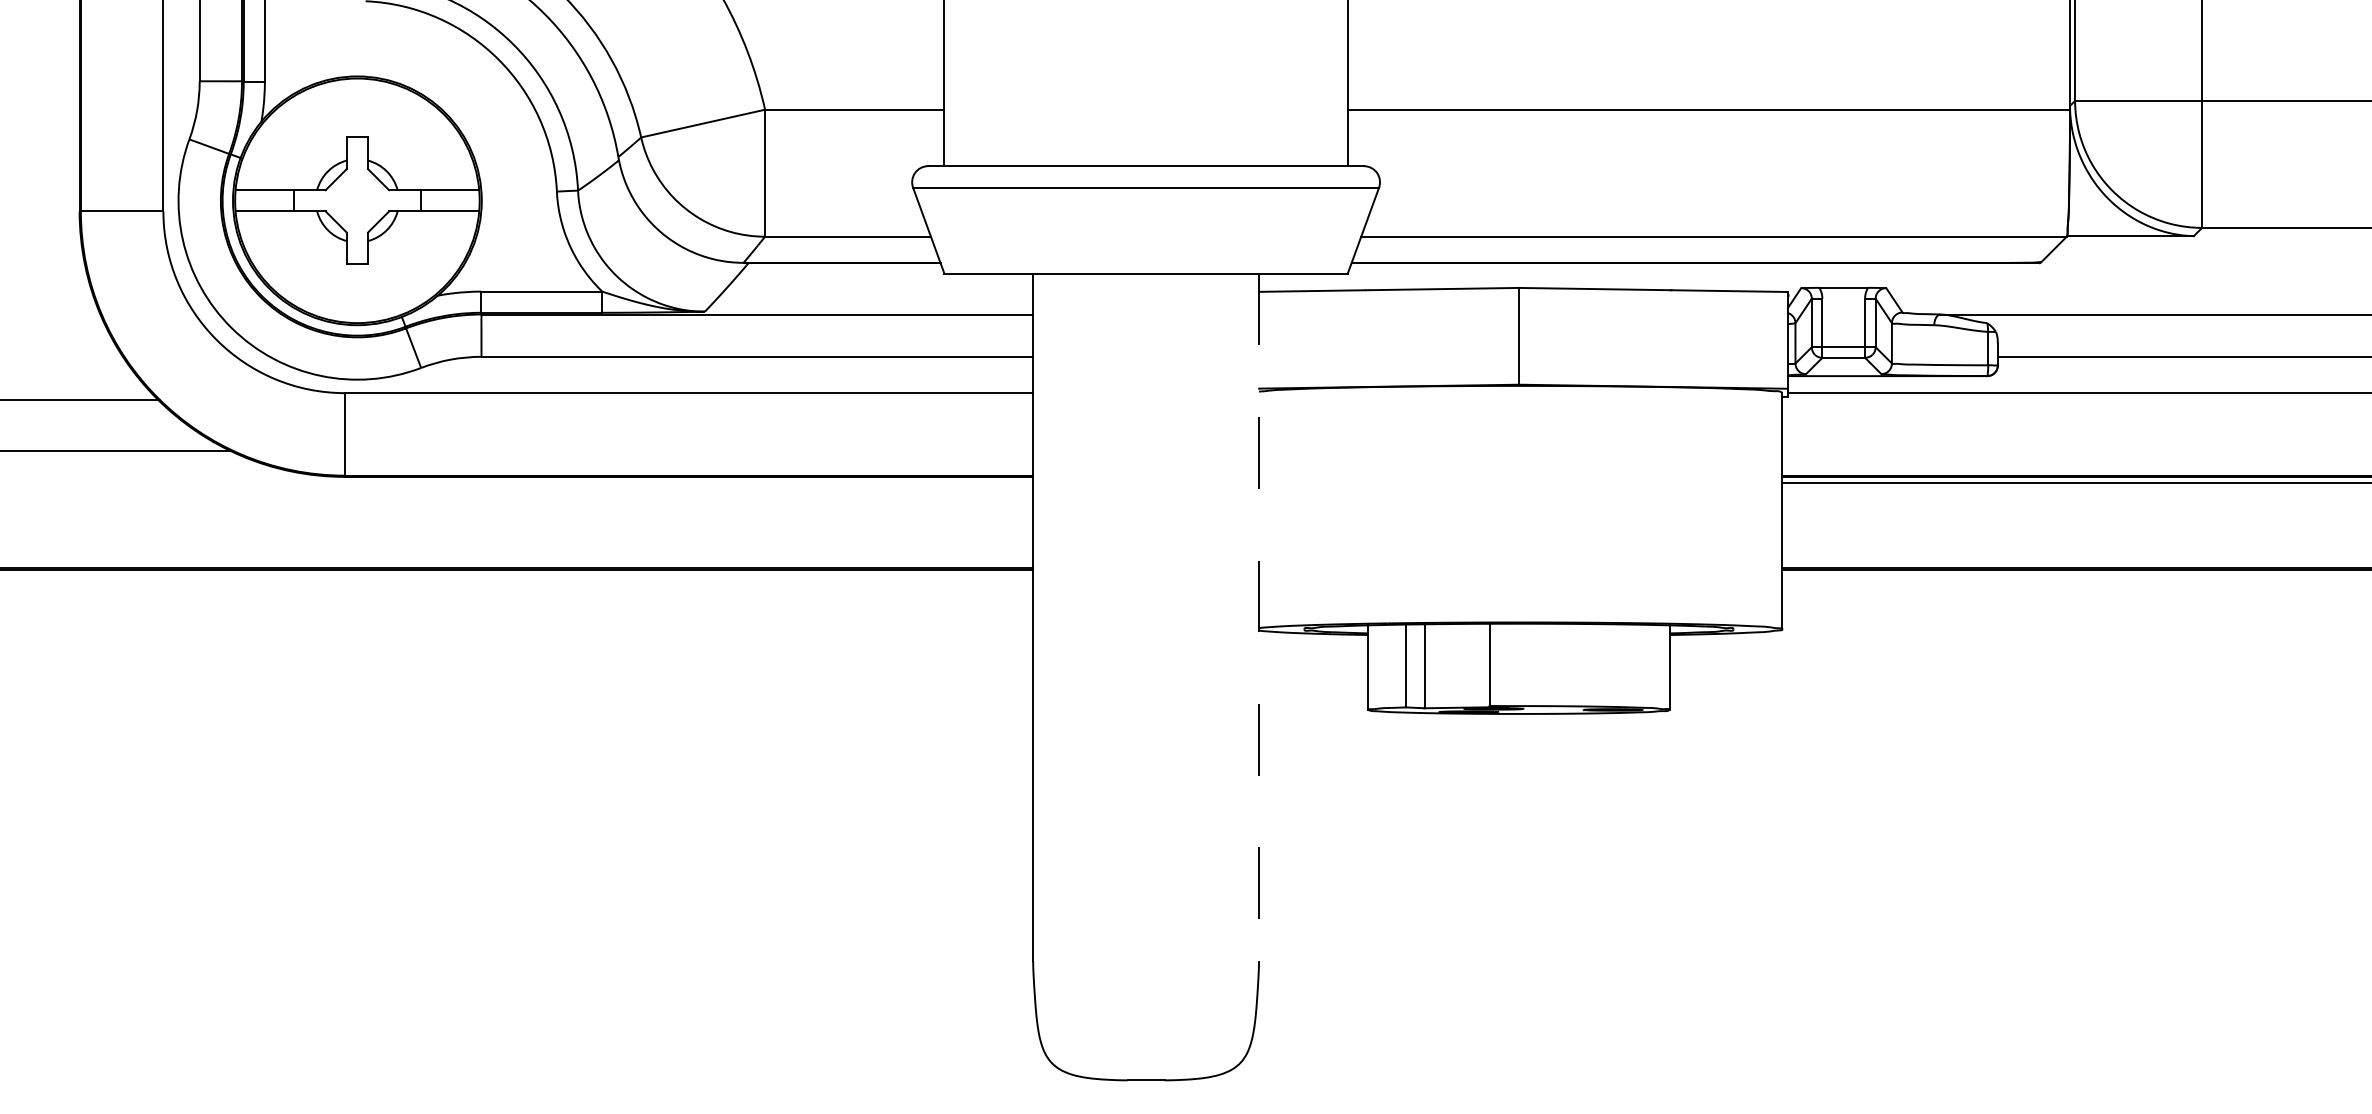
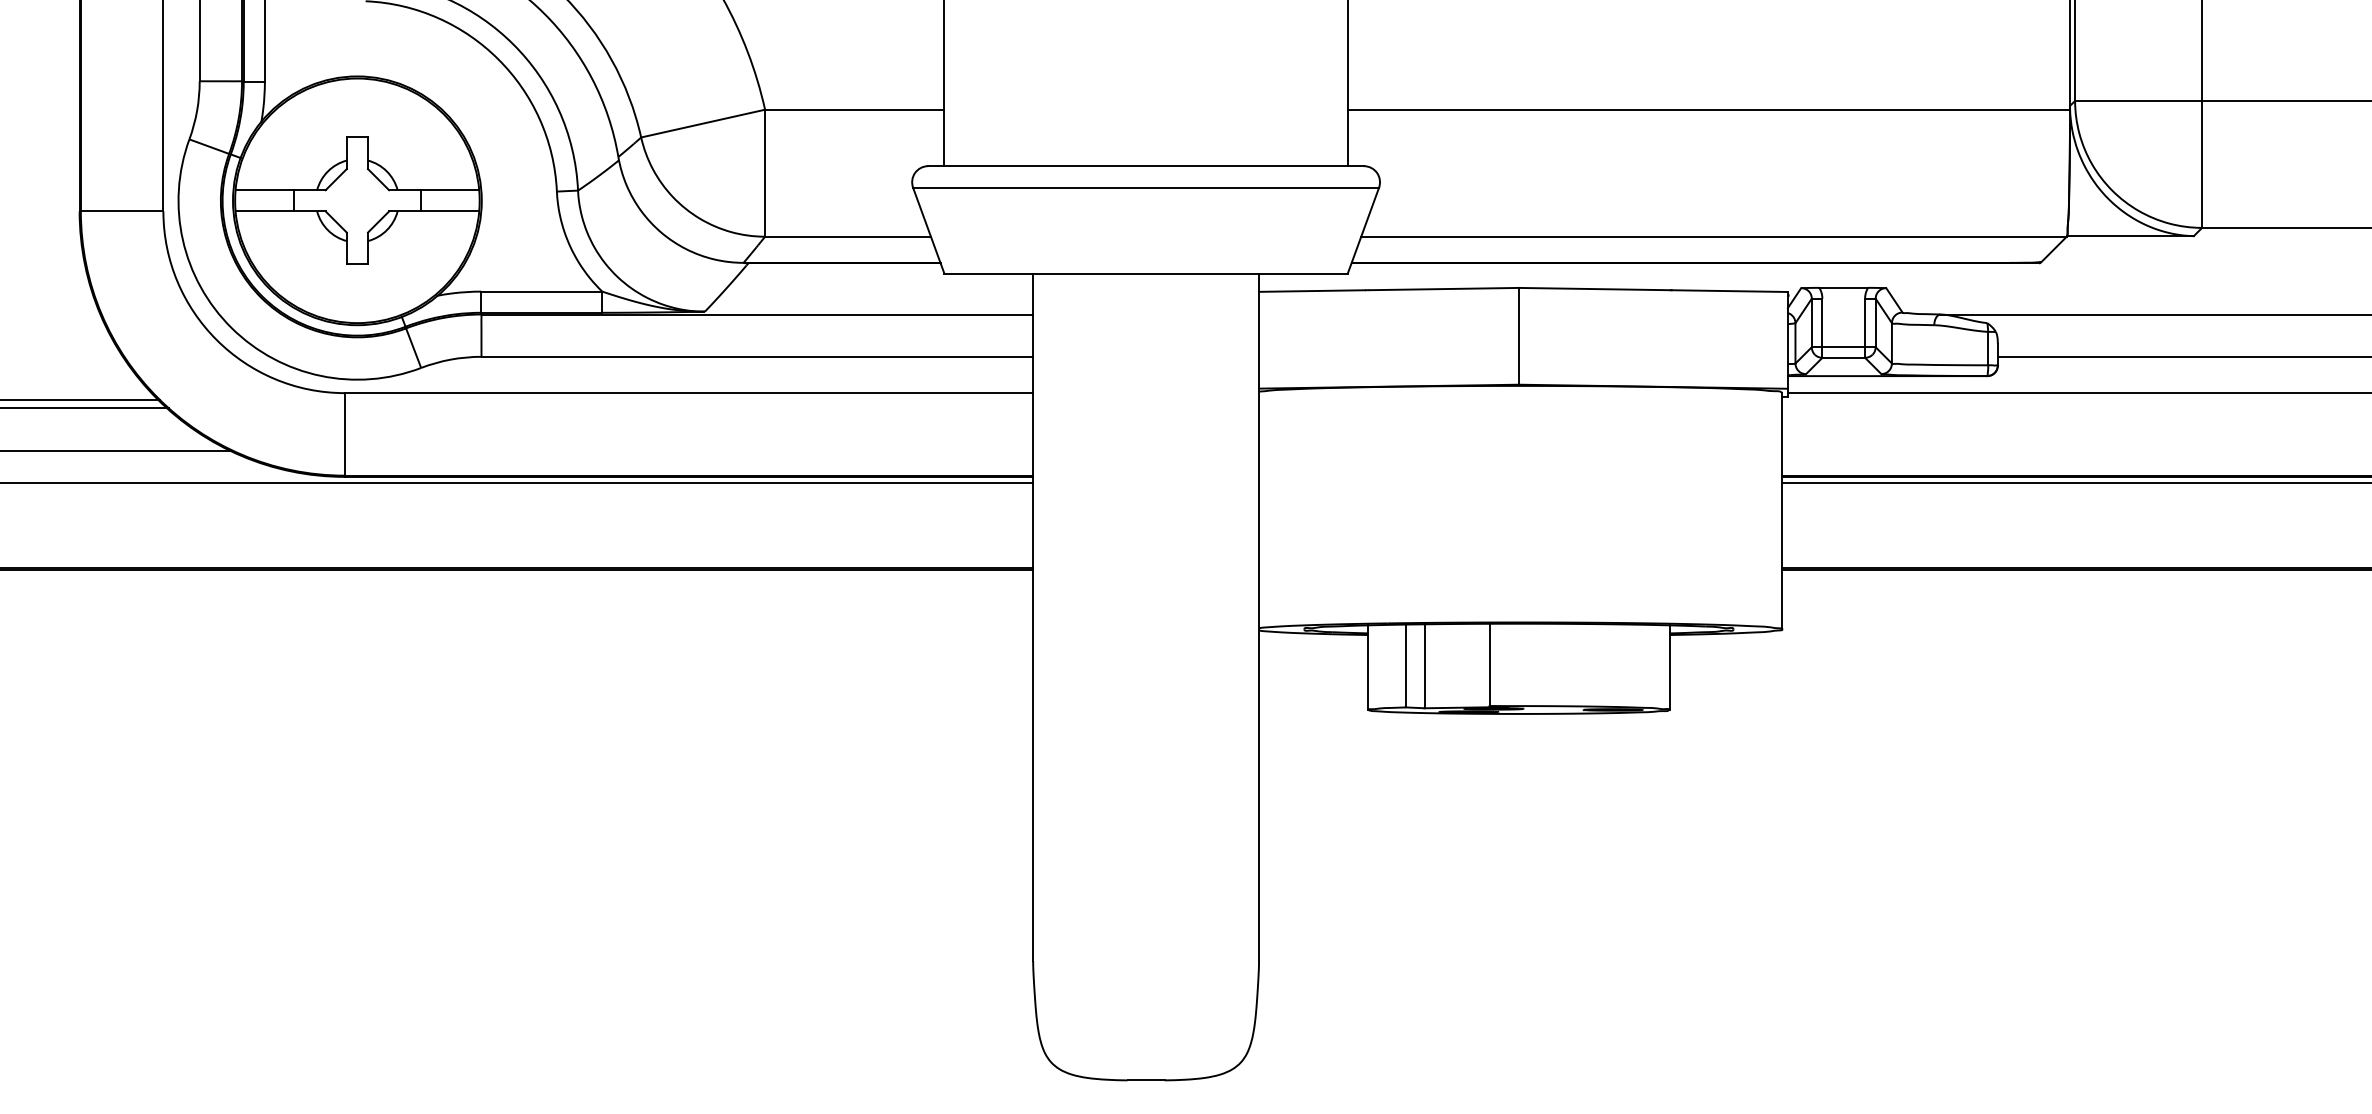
line at (85, 408): none -> present
line at (517, 483): none -> present
line at (1259, 617): dashed -> solid
